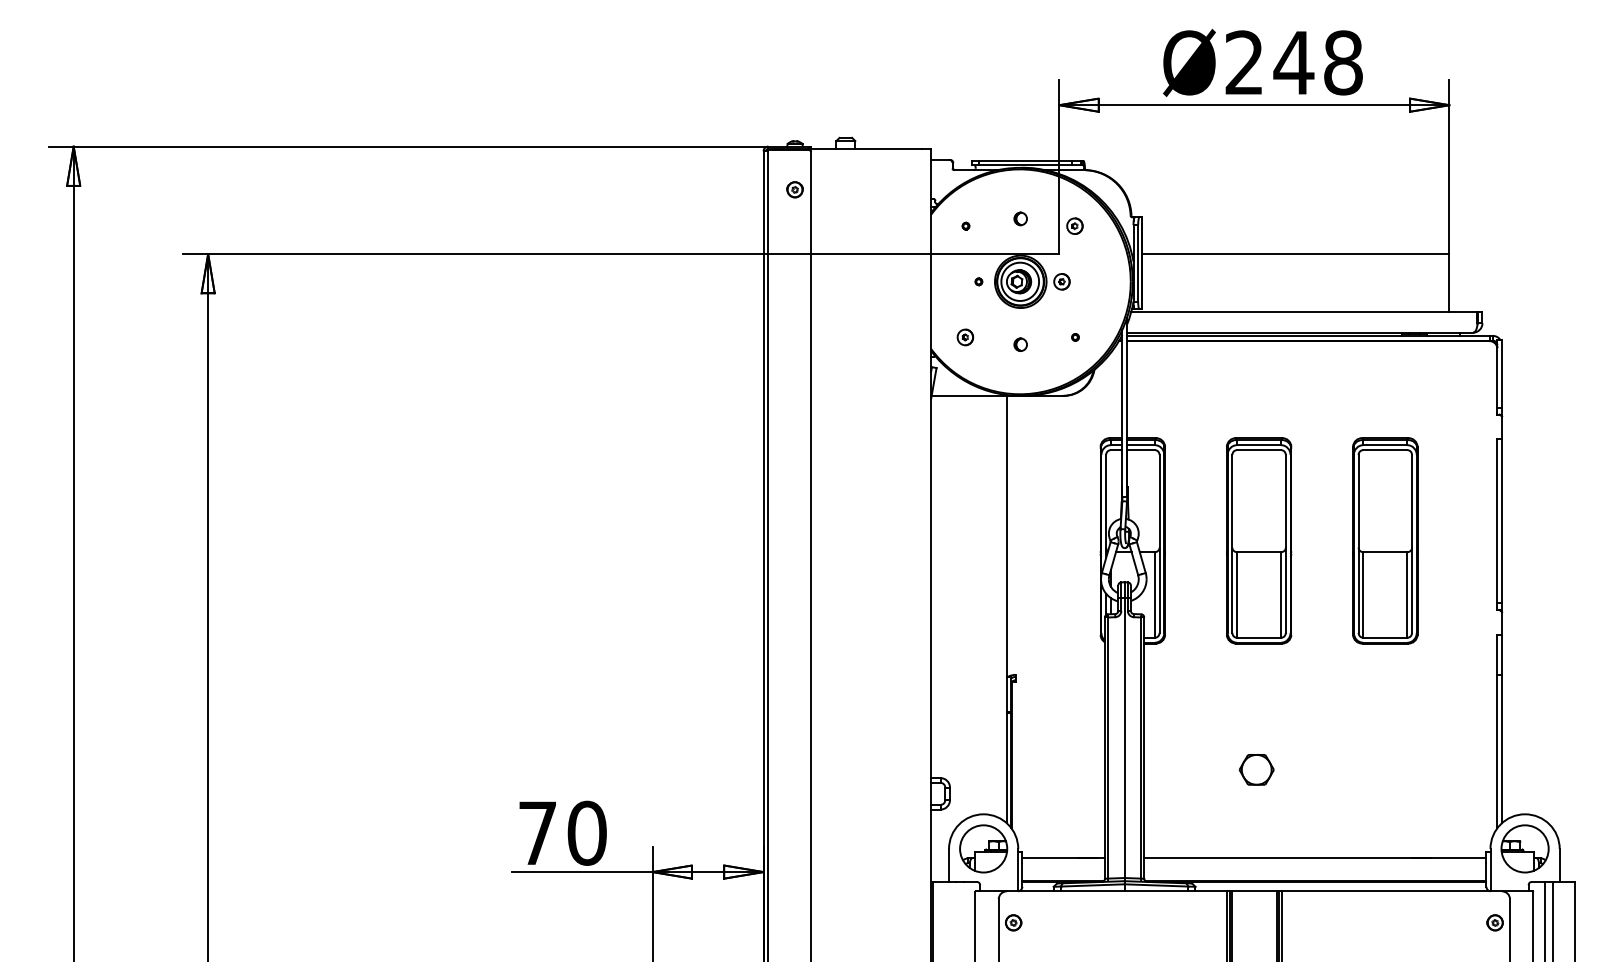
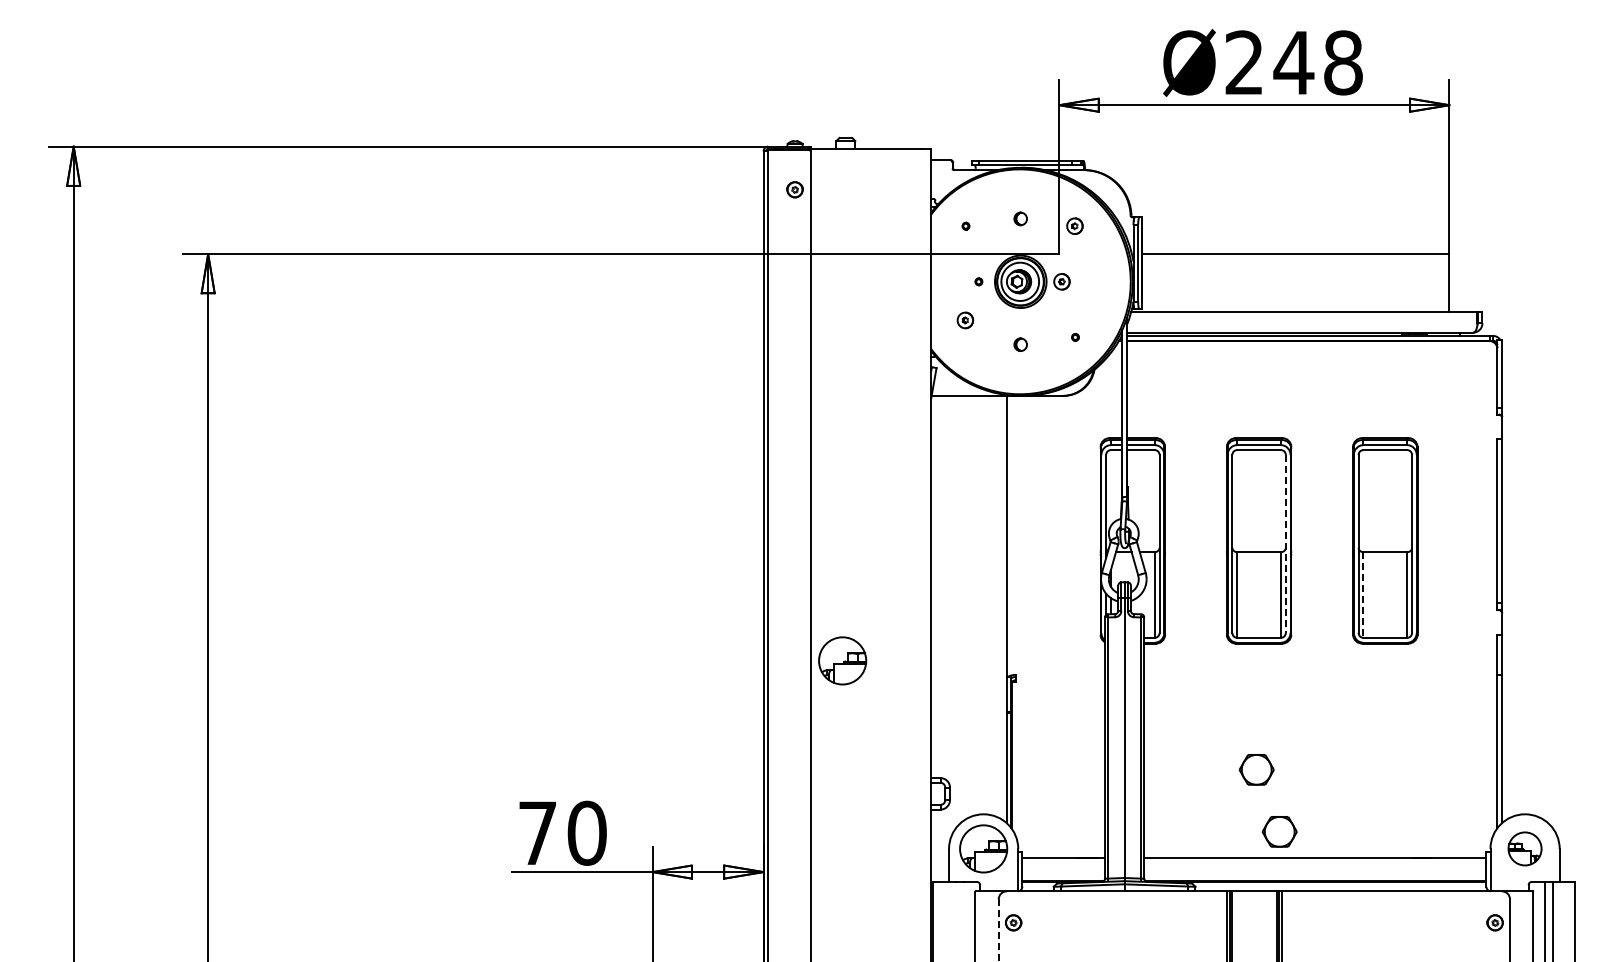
part at (965, 337) position: (965, 337) -> (965, 320)
line at (1285, 543): solid -> dashed
line at (1363, 594): solid -> dashed
part at (842, 660): none -> present
part at (1279, 831): none -> present
part at (1524, 848) size: 50x50 px -> 36x36 px
line at (998, 930): solid -> dashed
